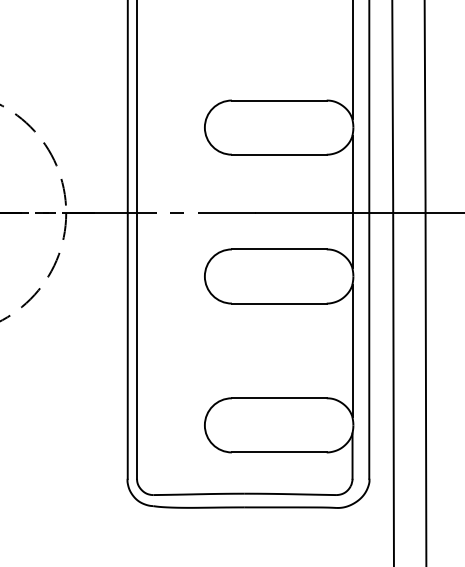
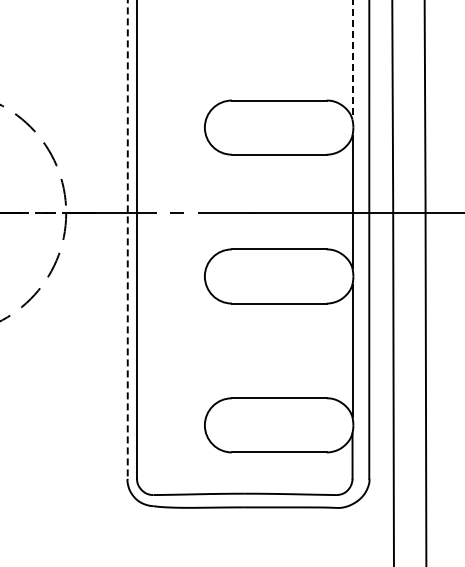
line at (352, 60): solid -> dashed
line at (127, 240): solid -> dashed
